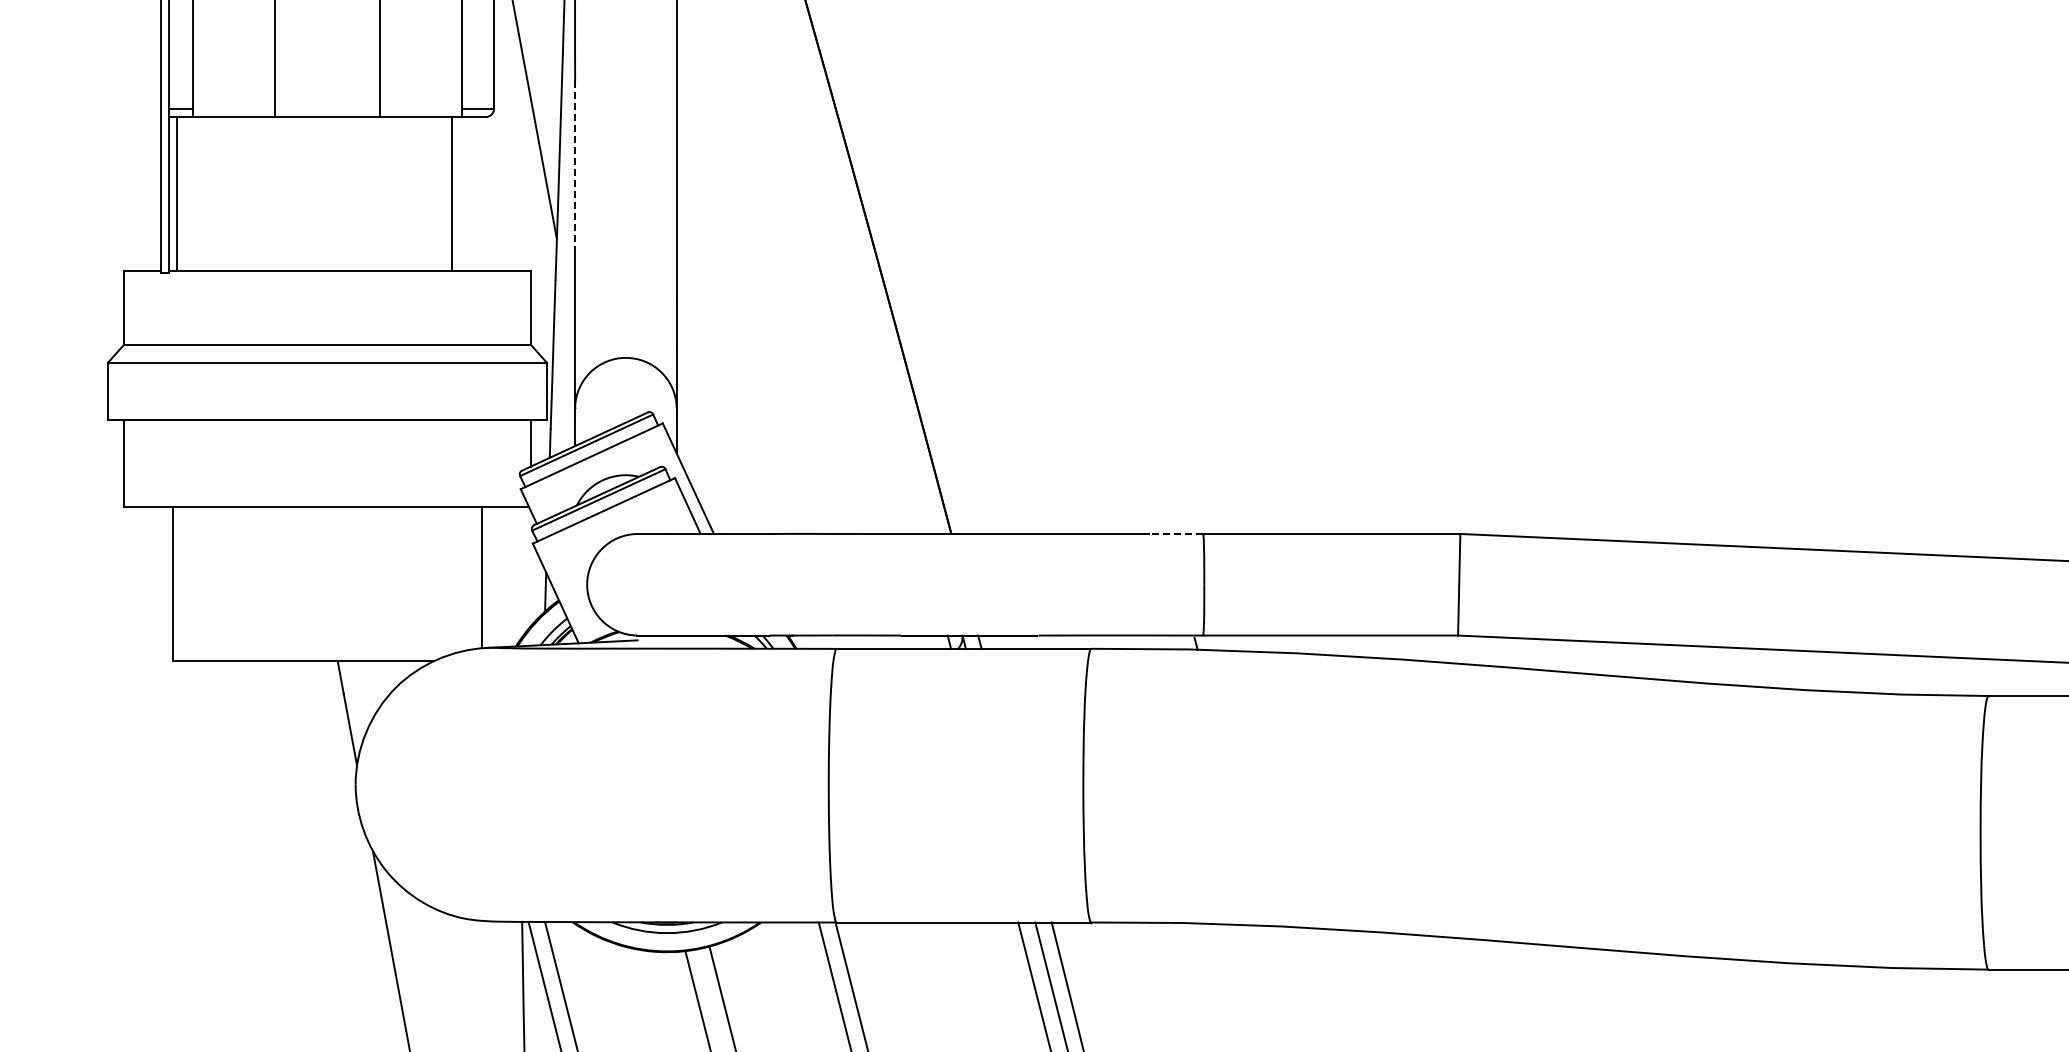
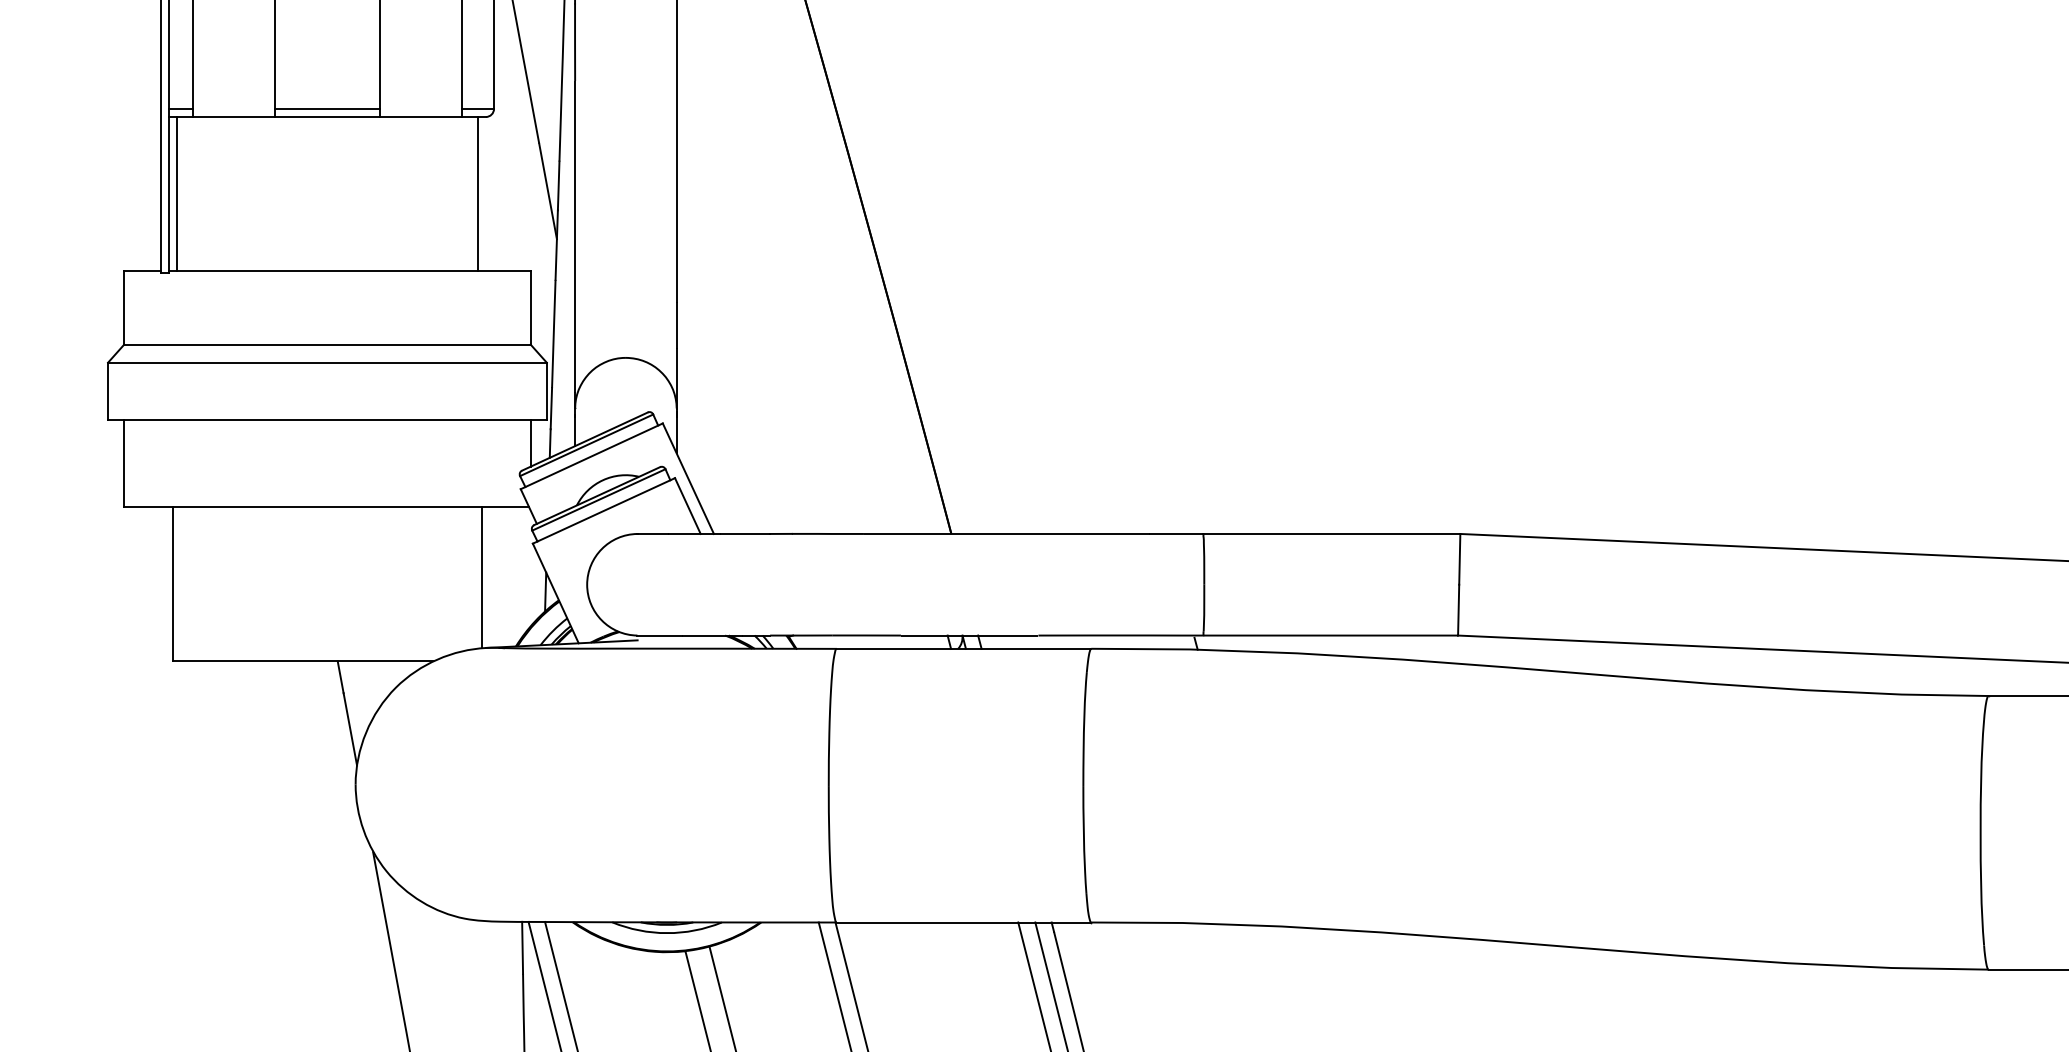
line at (327, 108): none -> present
line at (575, 165): dashed -> solid
line at (451, 194) position: (451, 194) -> (477, 194)
line at (1176, 533): dashed -> solid
